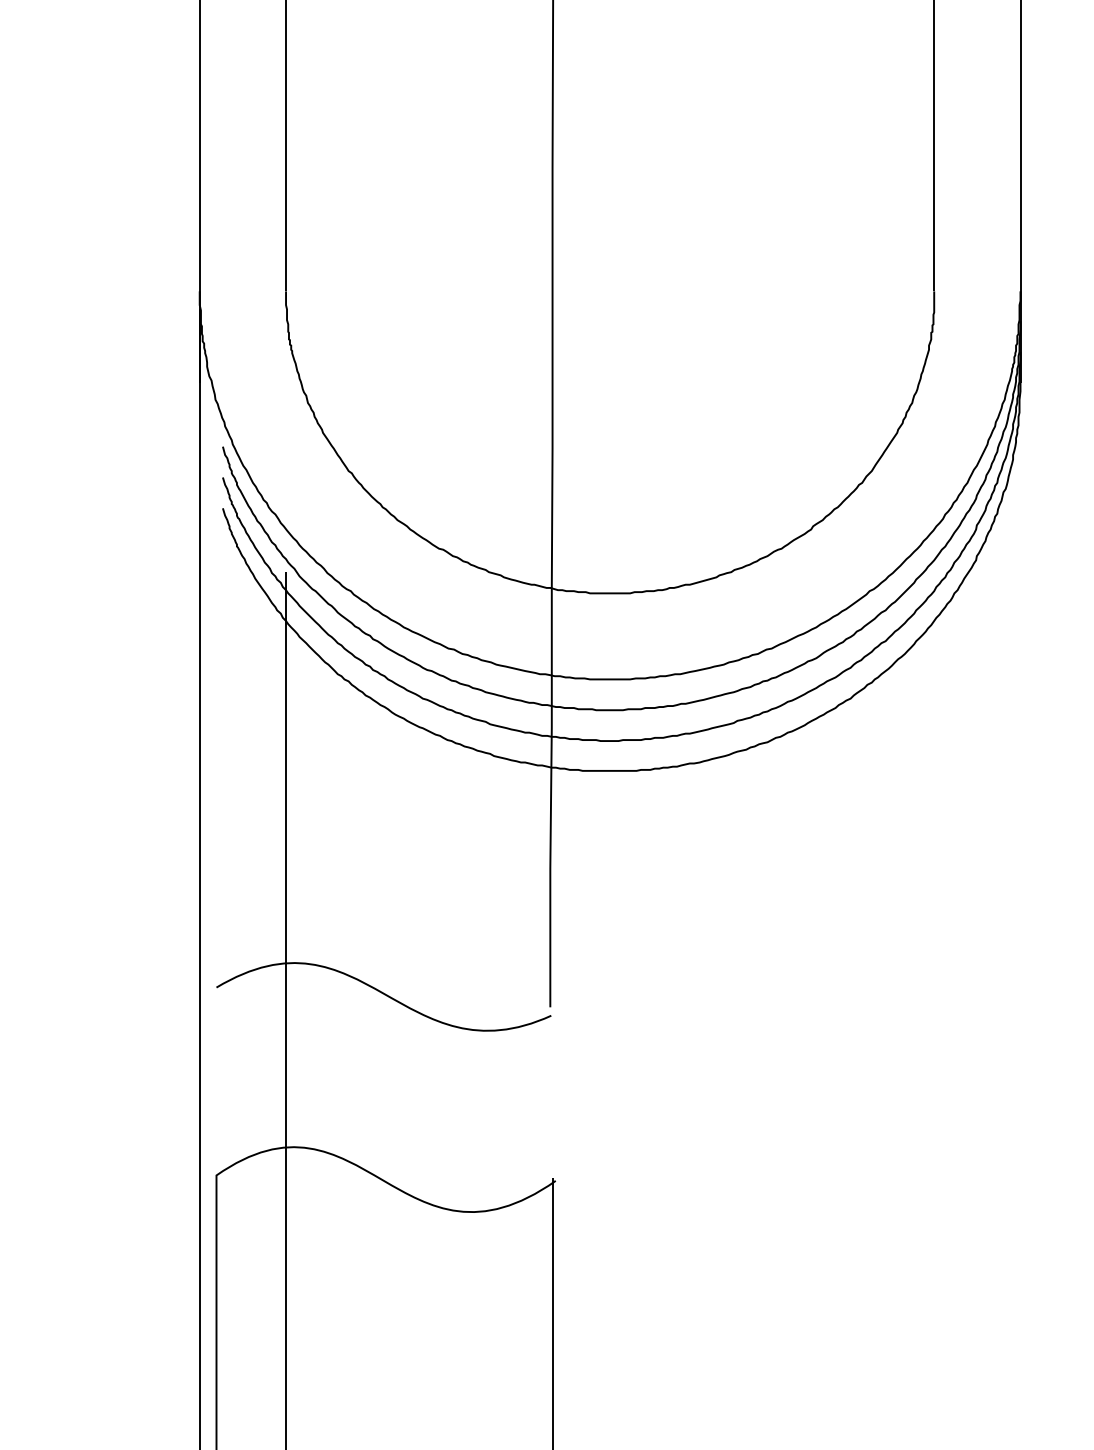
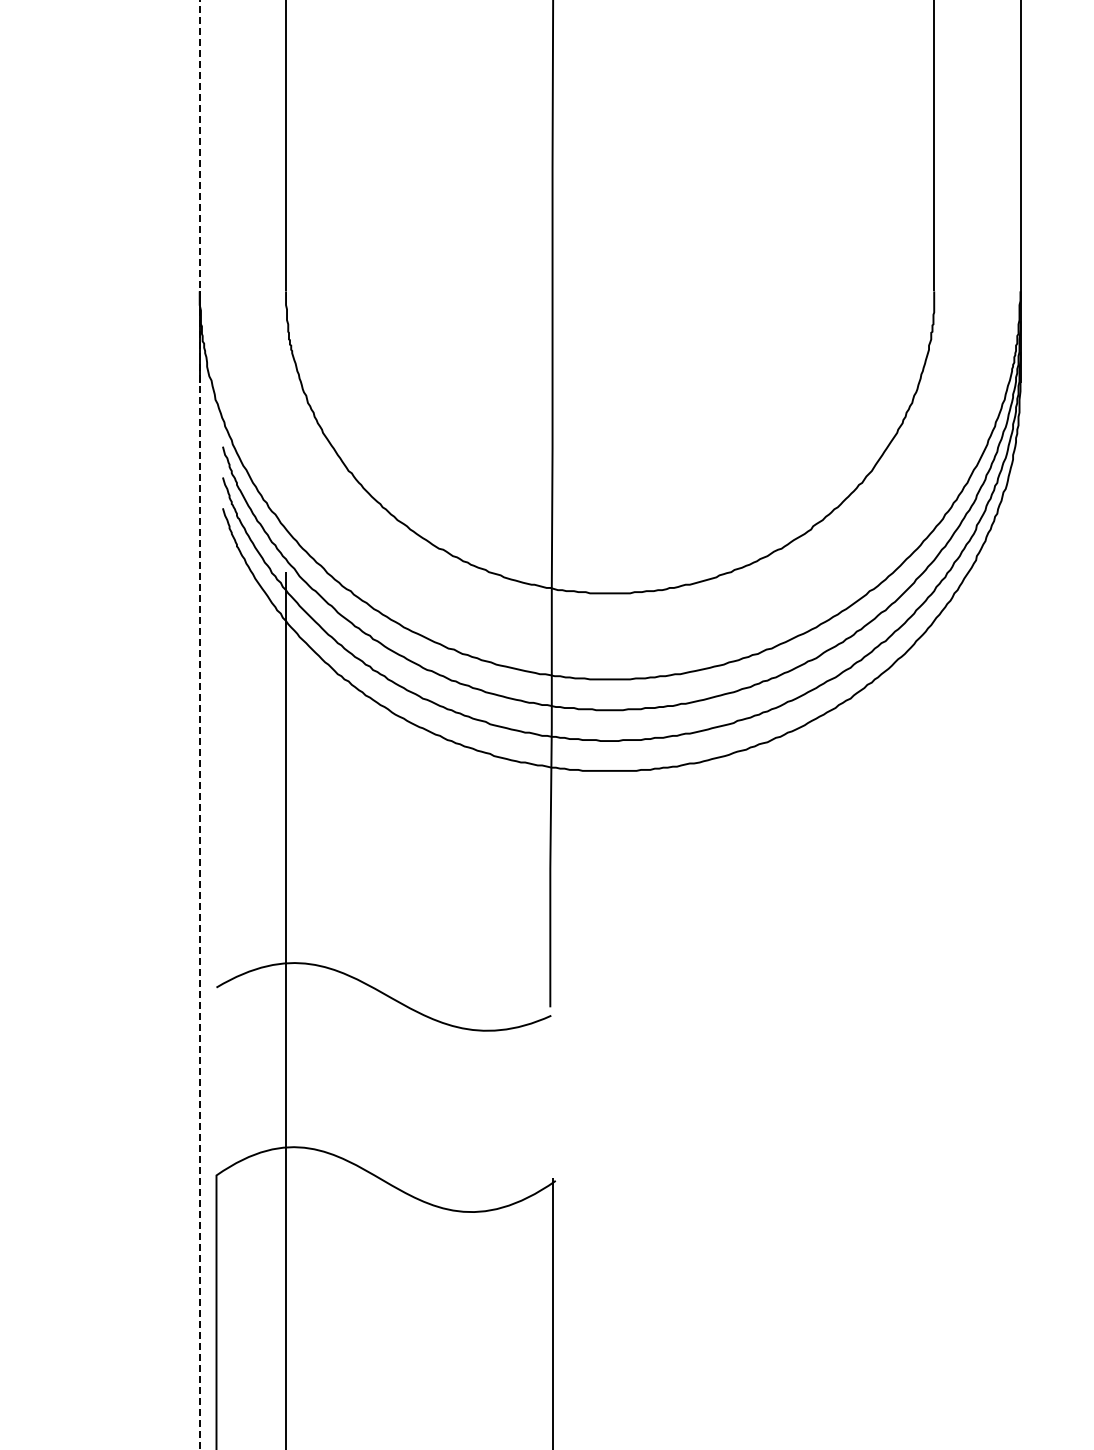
line at (199, 146): solid -> dashed
line at (199, 879): solid -> dashed
